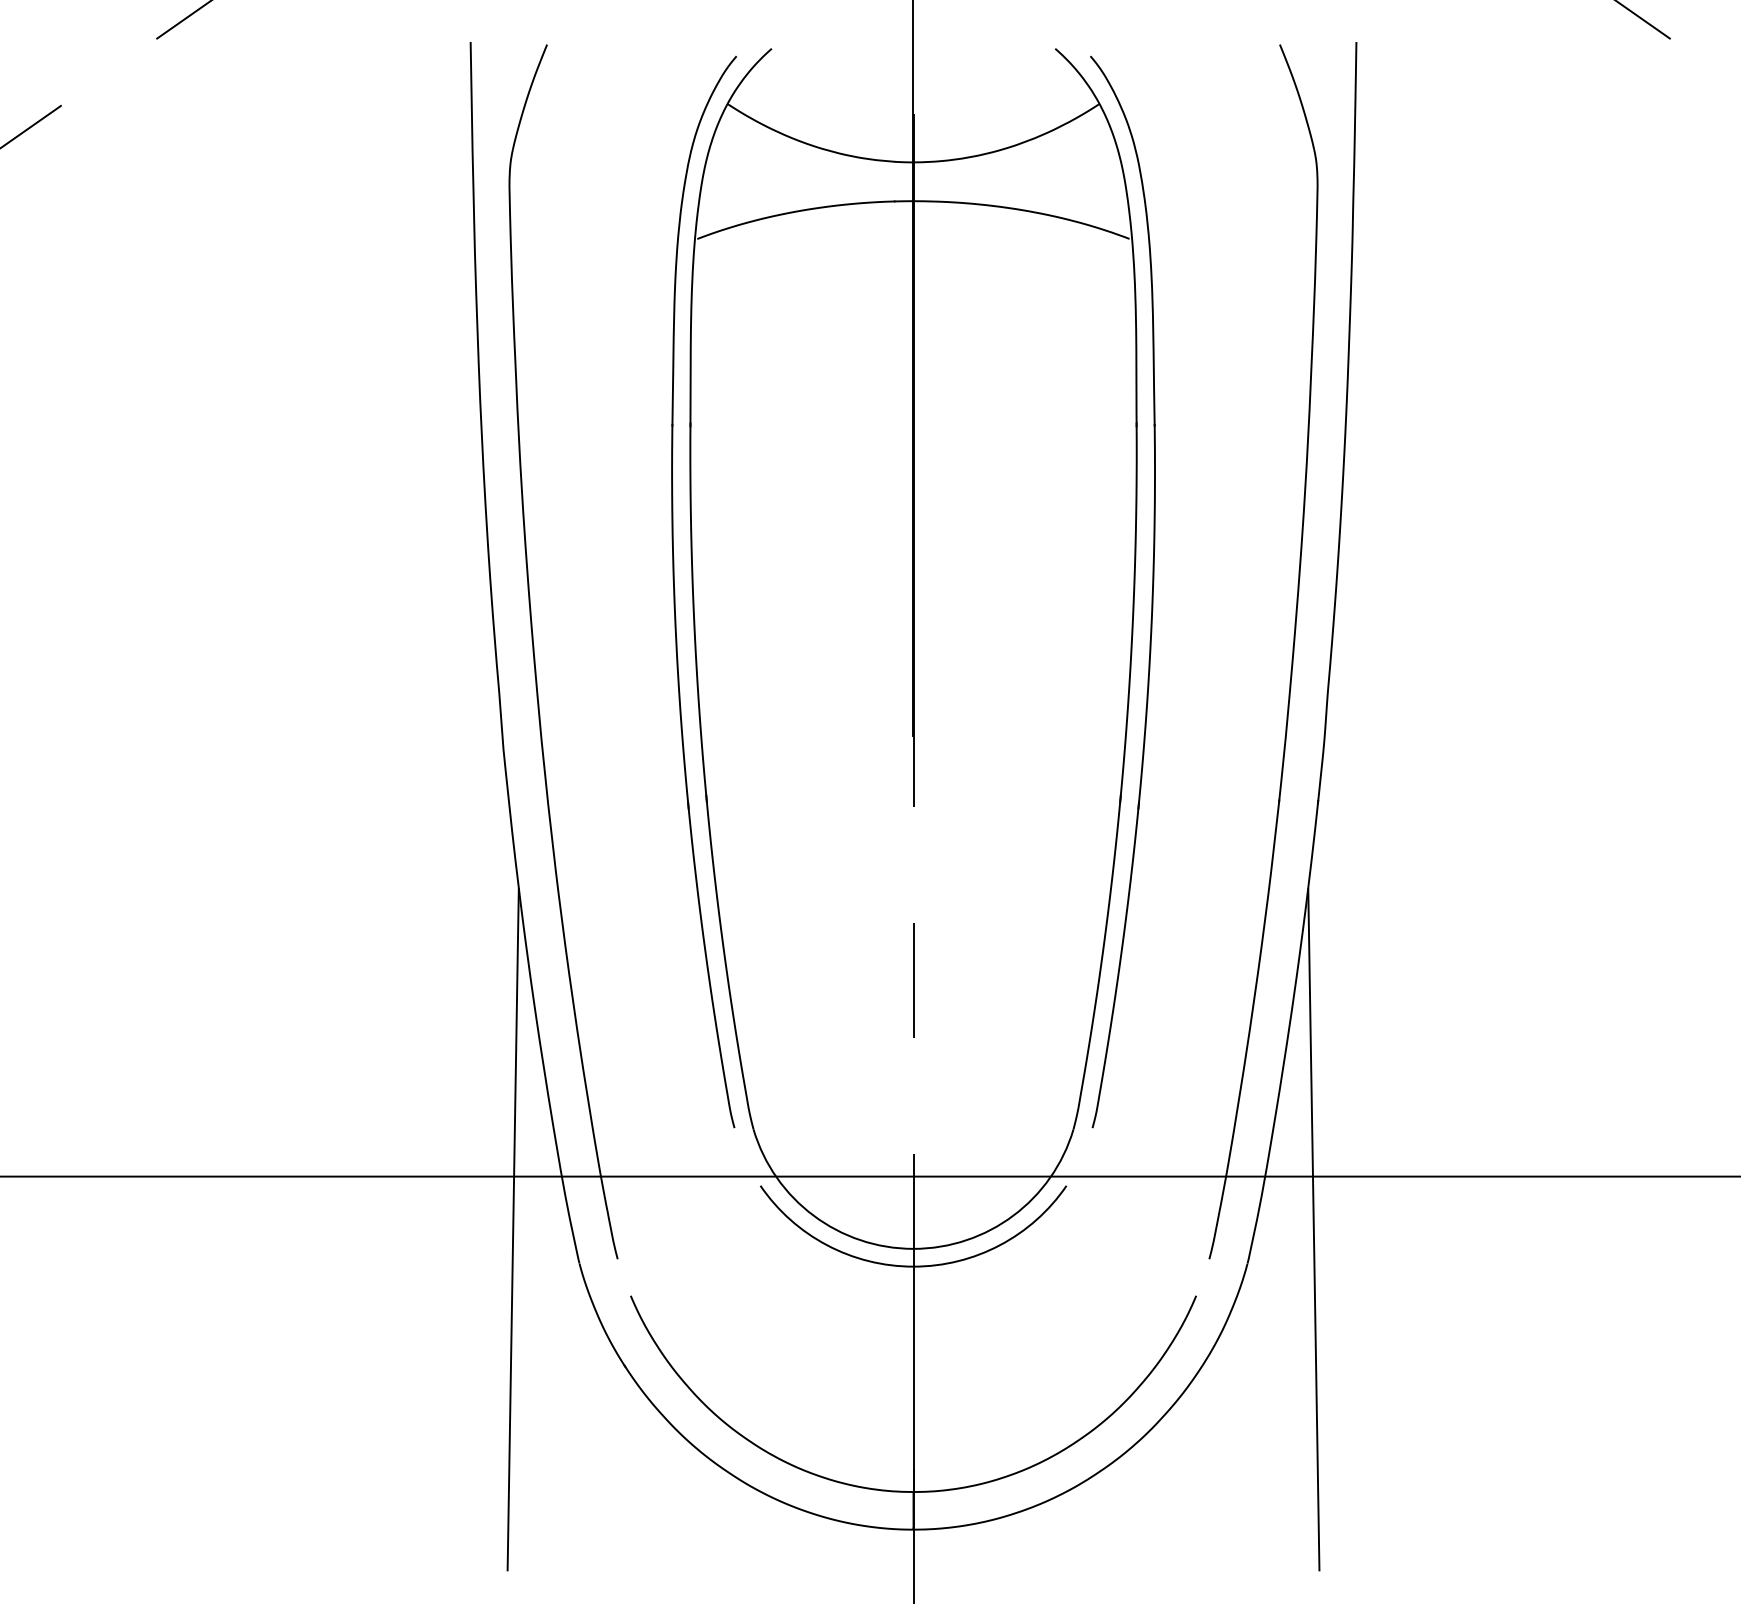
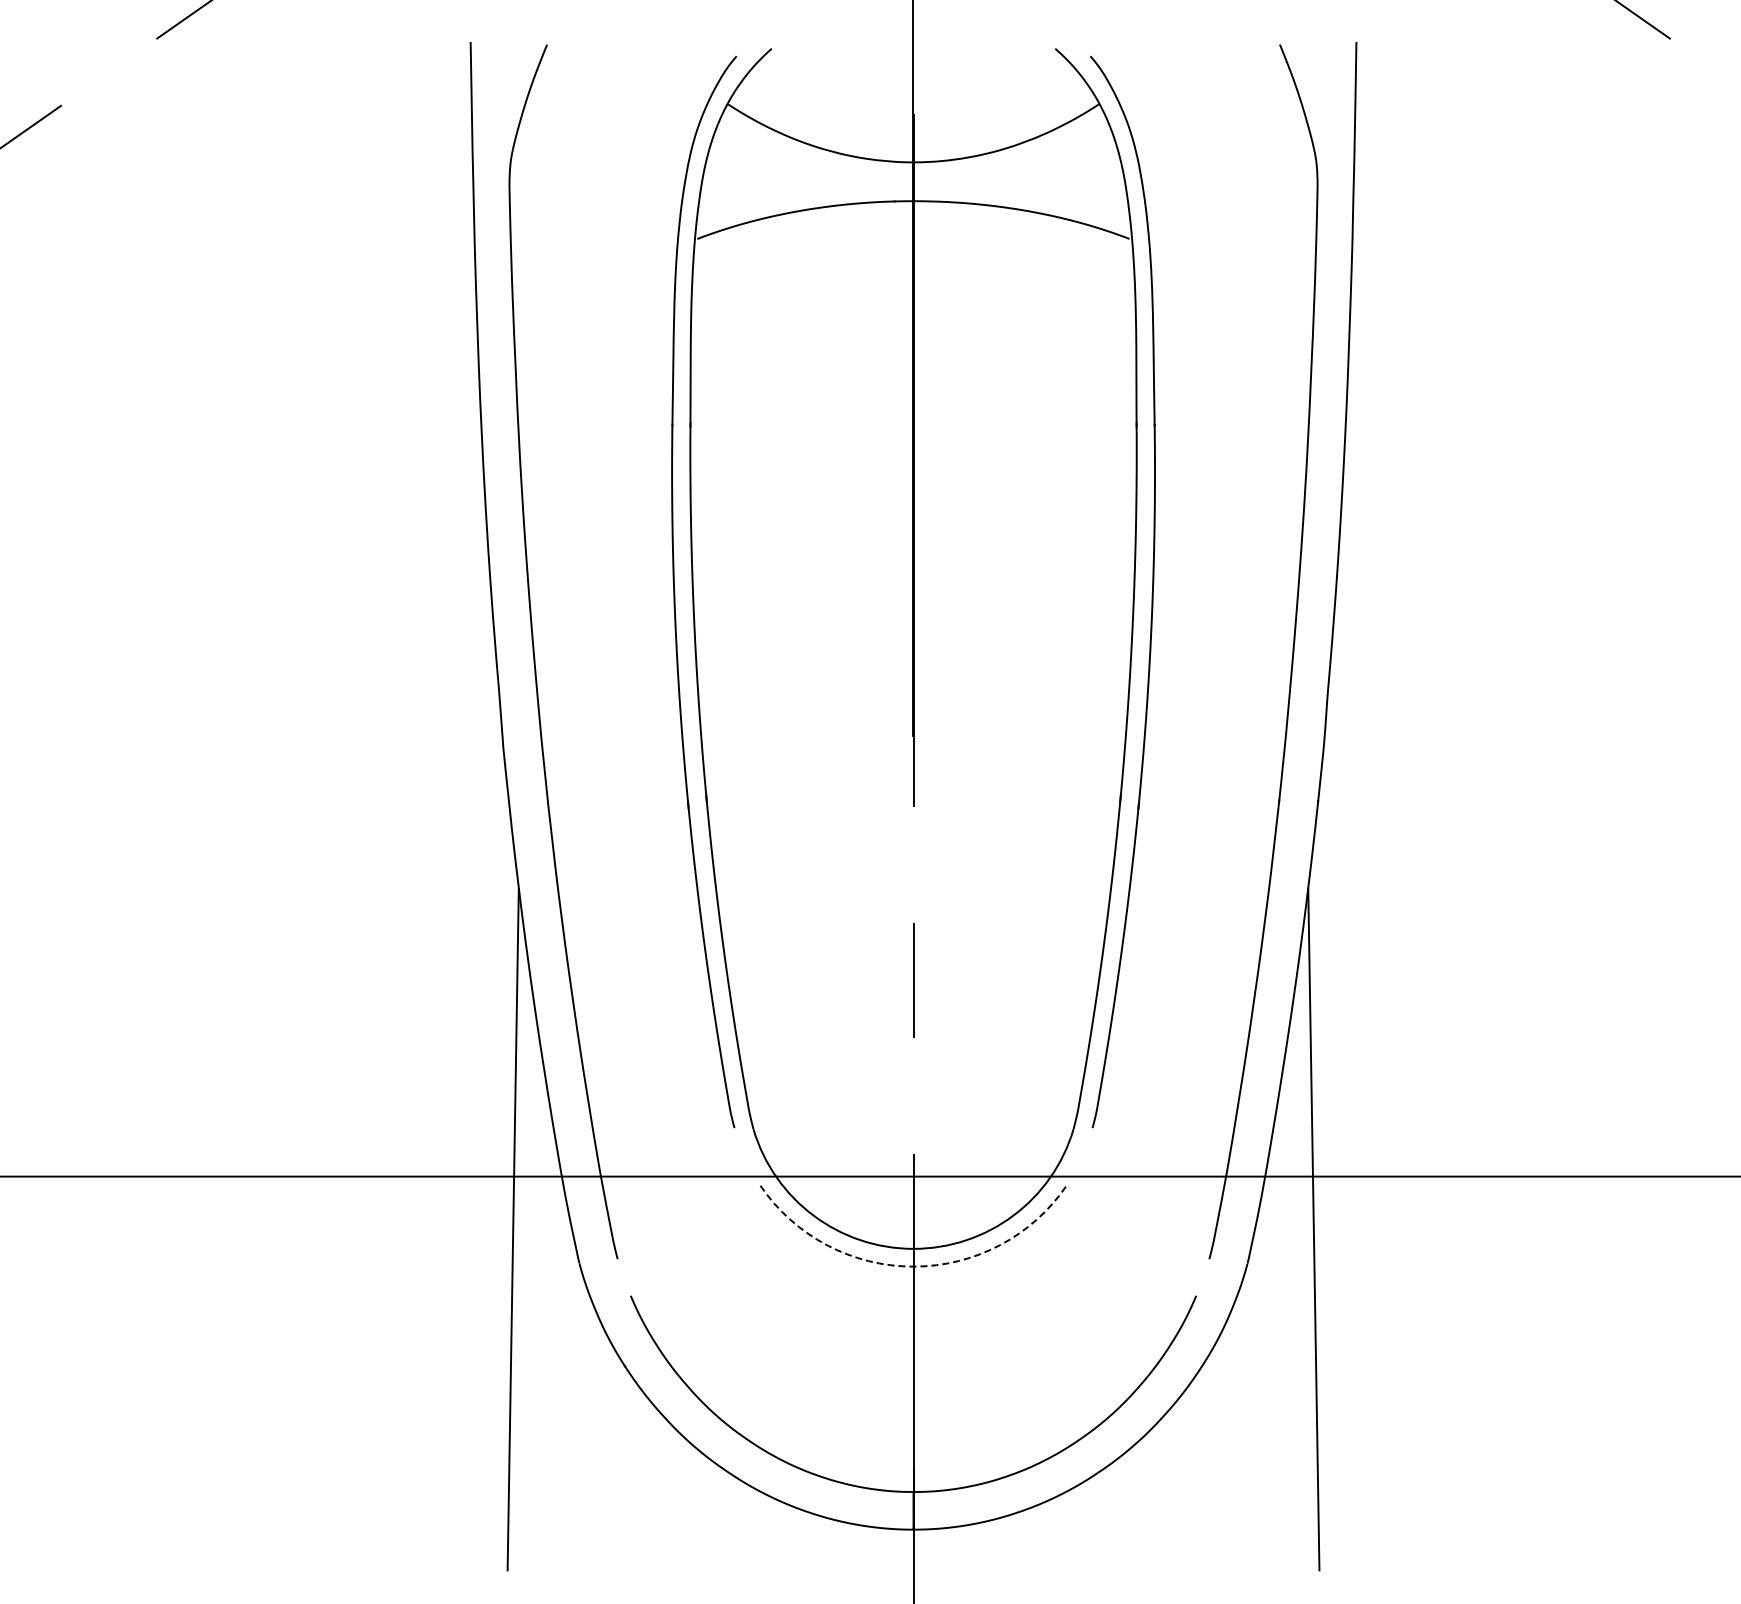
arc at (913, 1266): solid -> dashed
